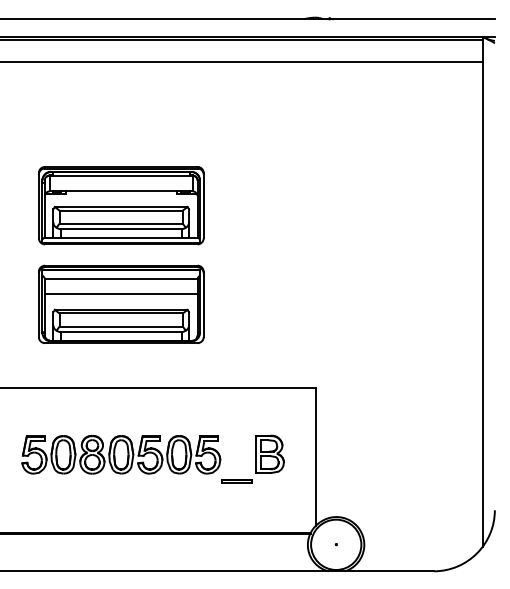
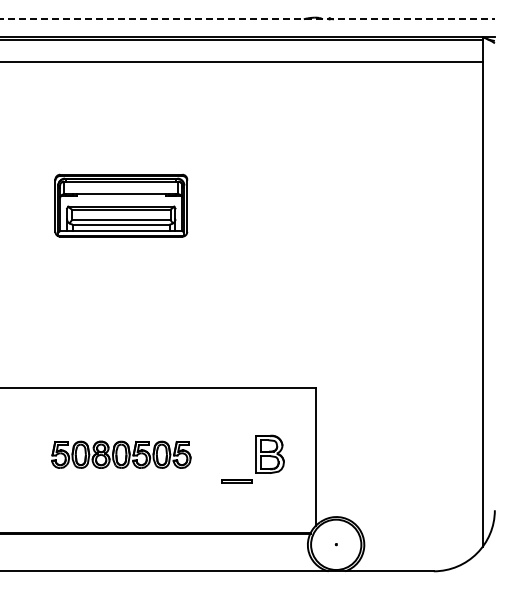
line at (247, 19): solid -> dashed
part at (121, 205) size: 167x80 px -> 135x65 px
part at (121, 303): present -> none
part at (121, 454) size: 201x40 px -> 141x29 px
